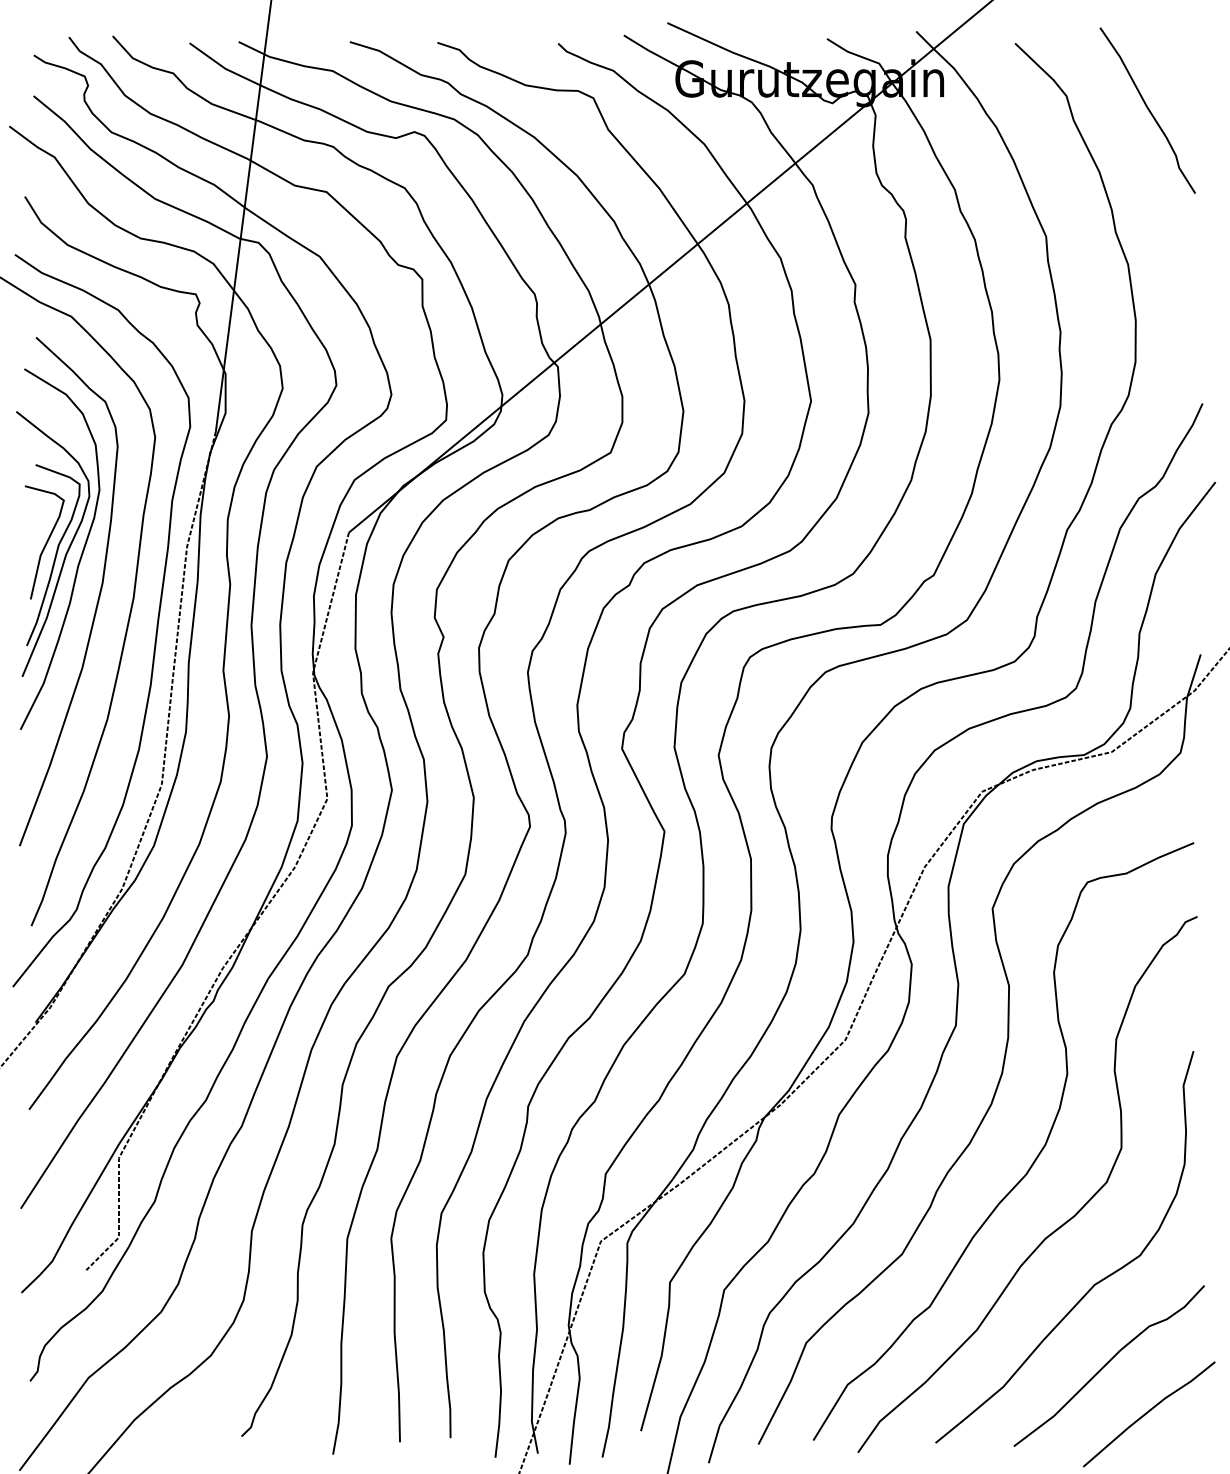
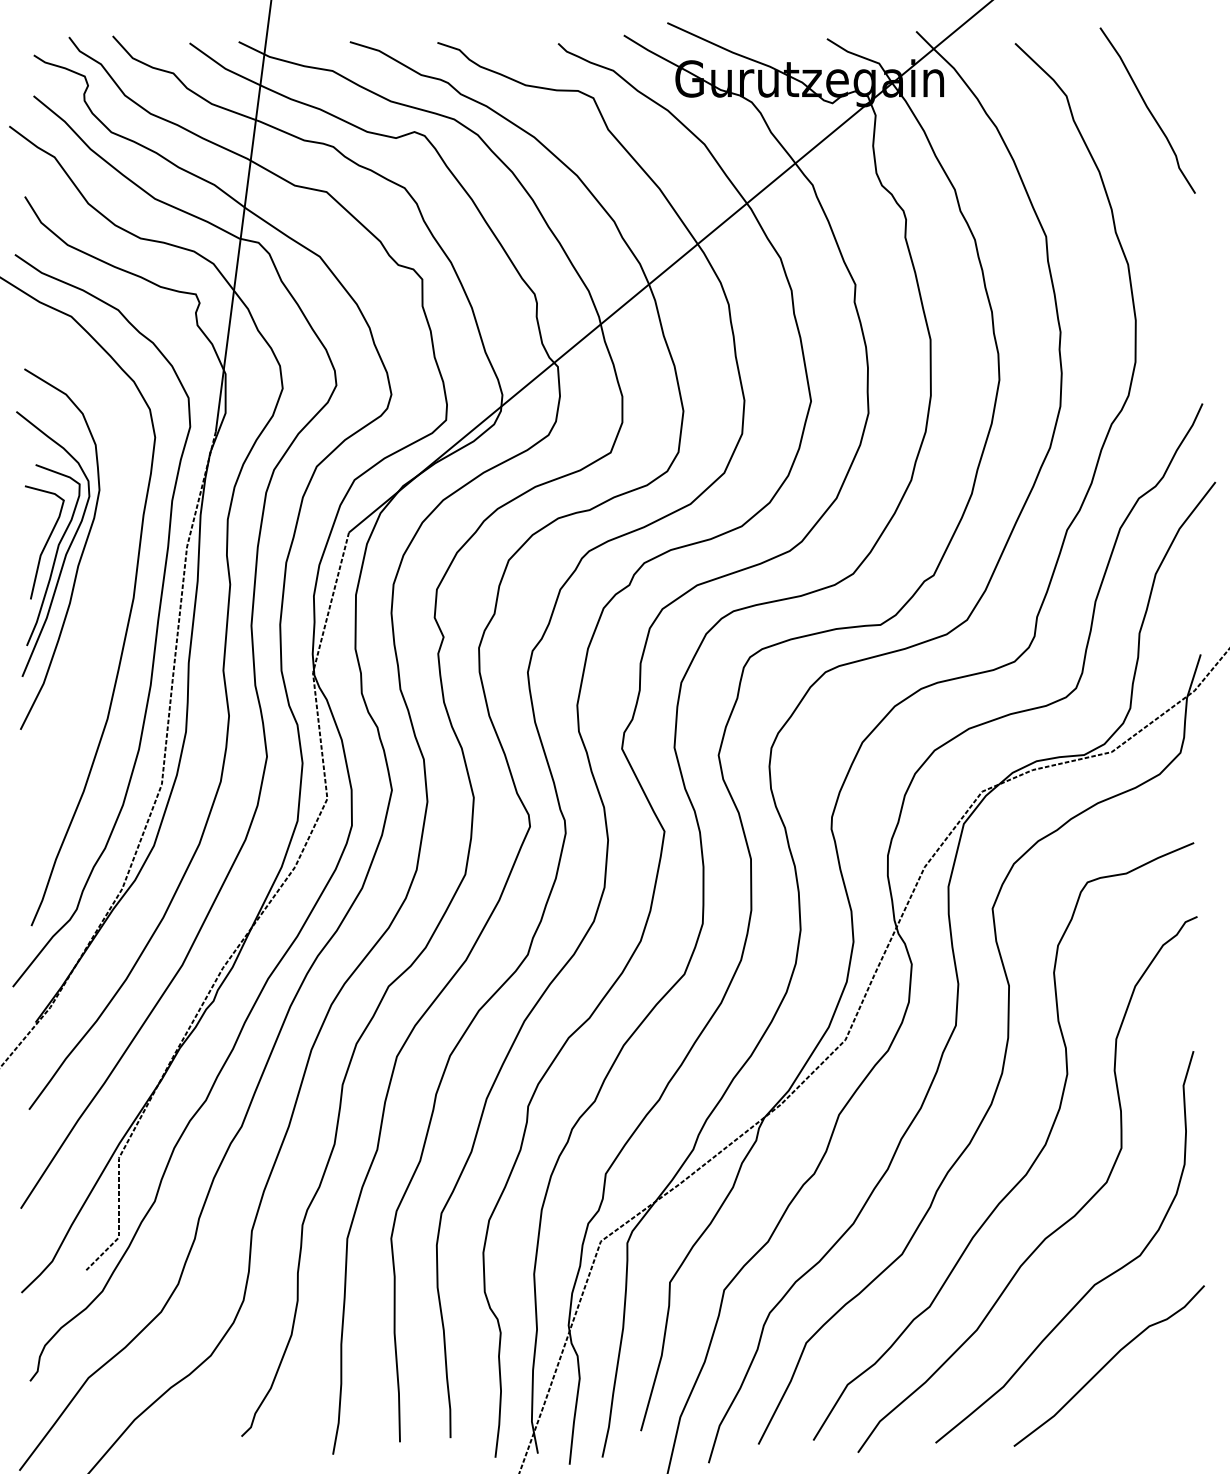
part at (97, 599): present -> none
line at (1149, 1412): present -> none
